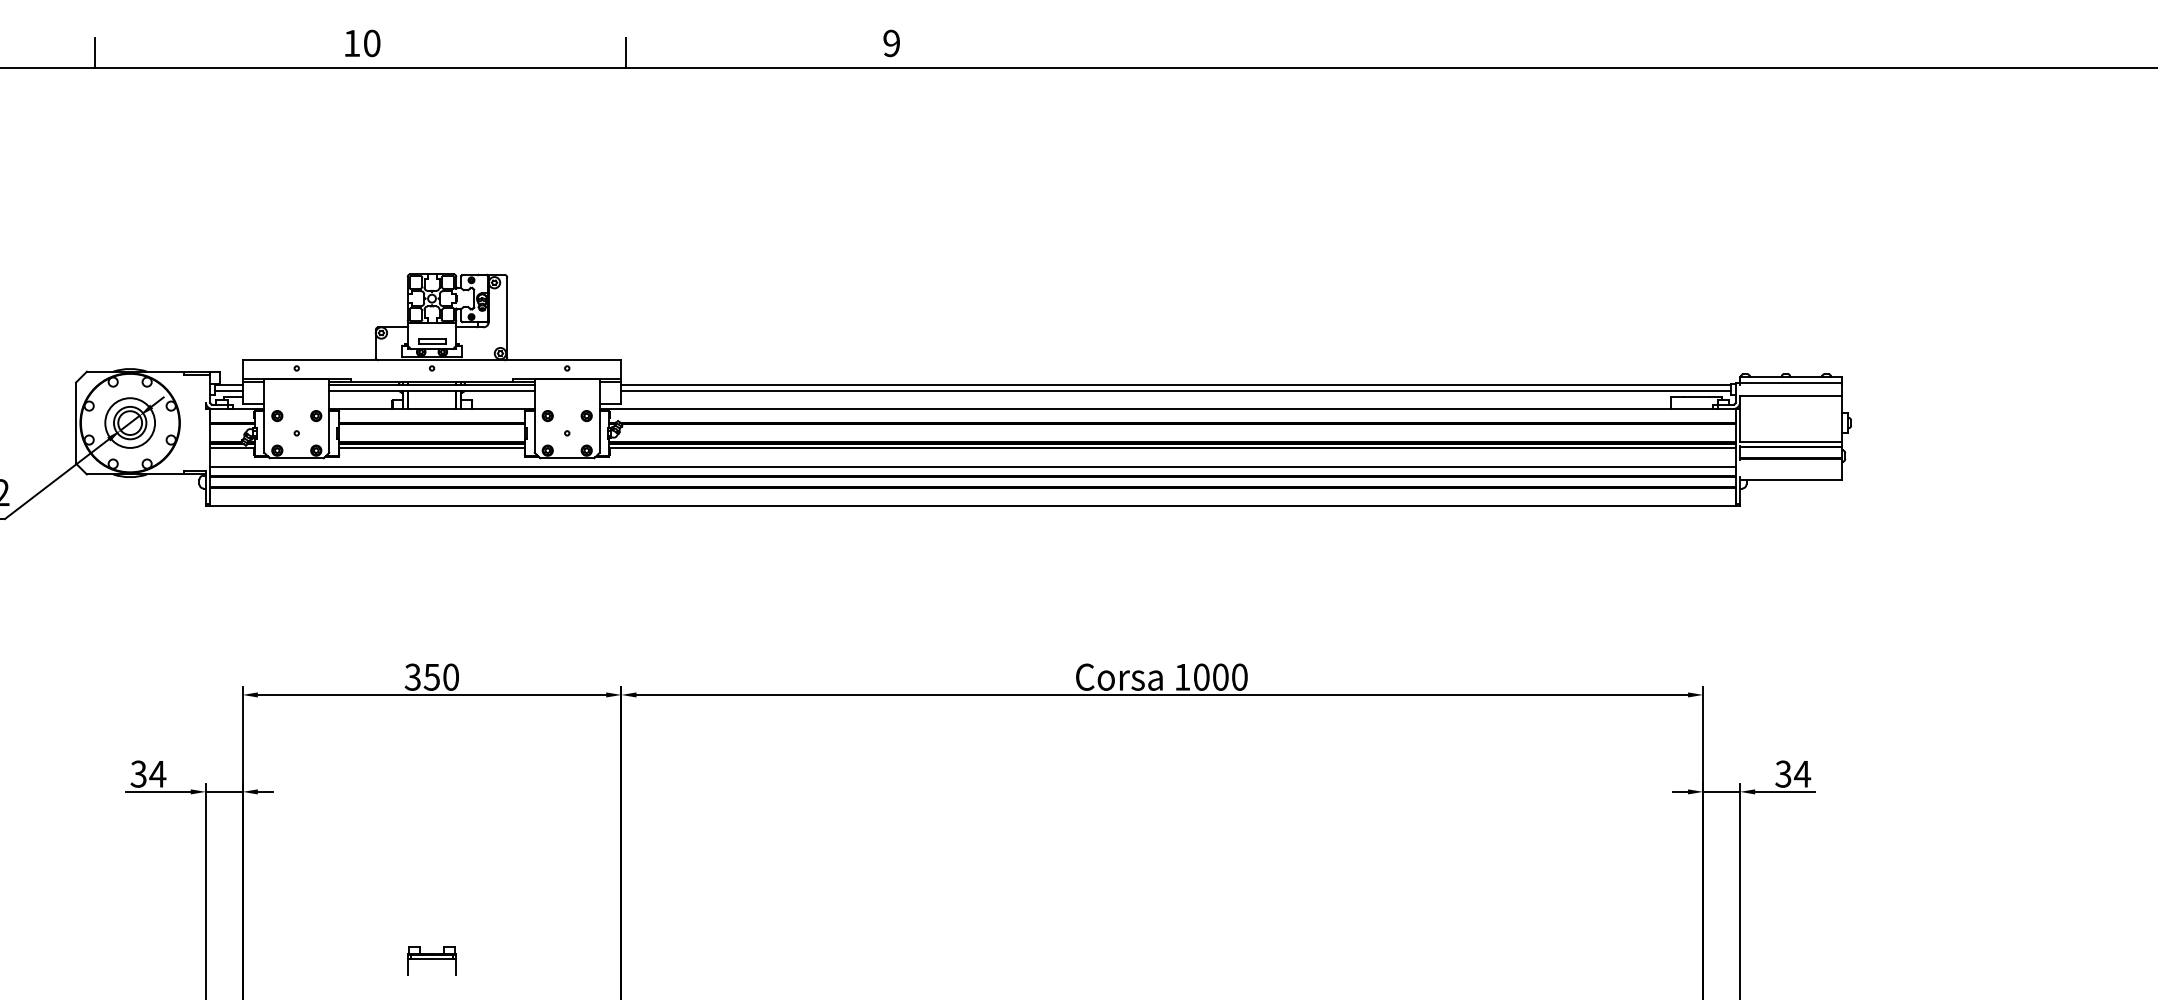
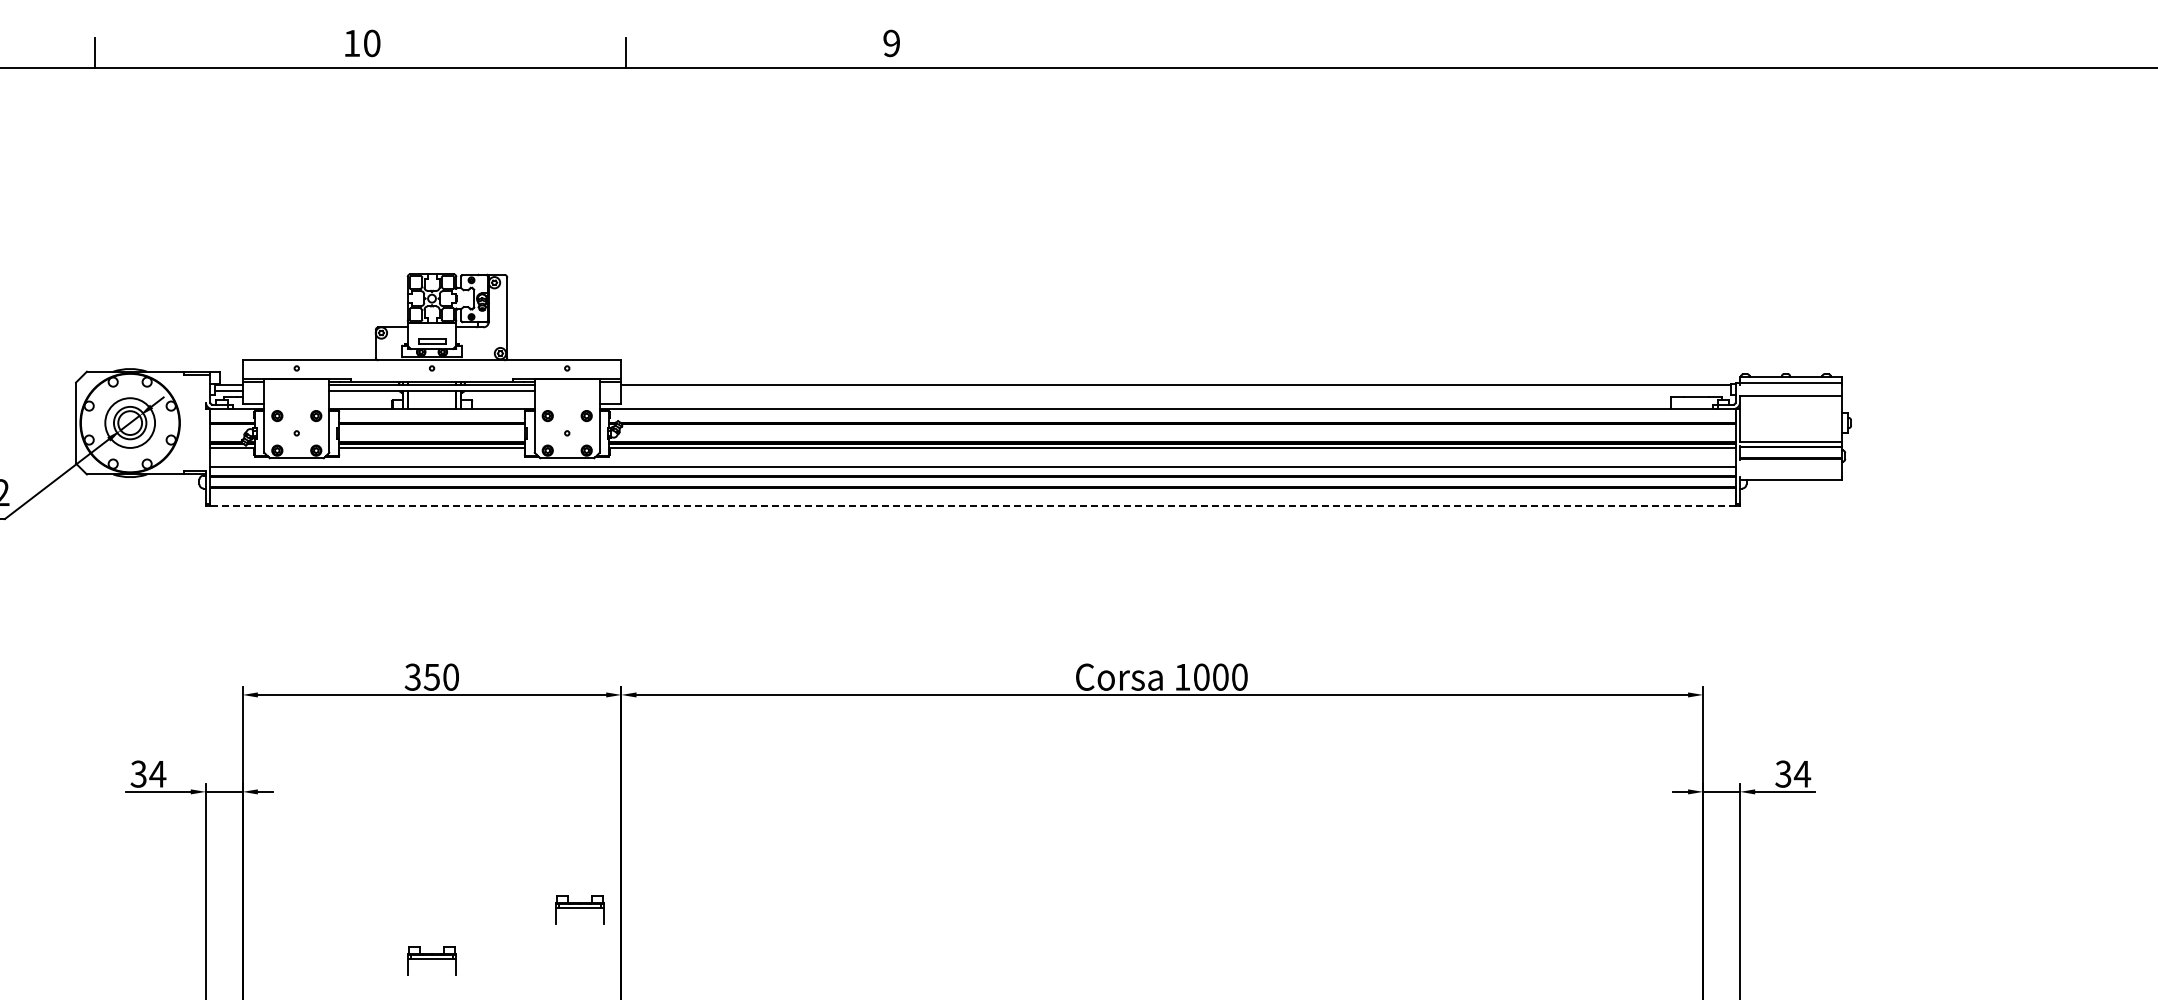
line at (1176, 391): present -> none
line at (972, 506): solid -> dashed
part at (579, 909): none -> present
